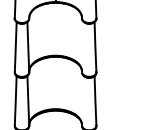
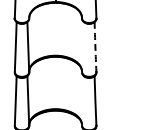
arc at (95, 46): solid -> dashed
